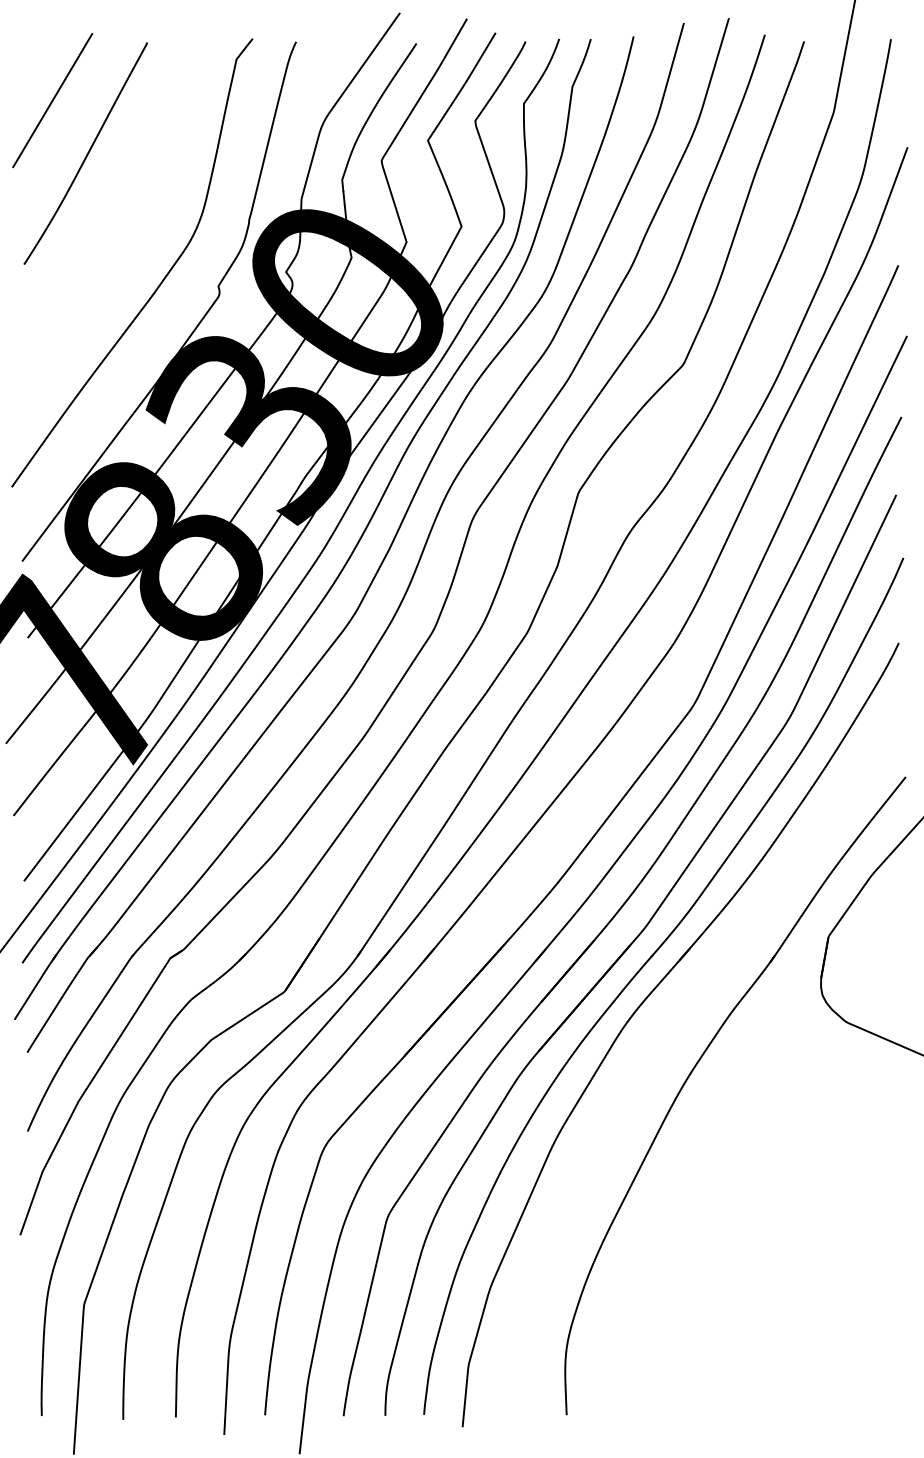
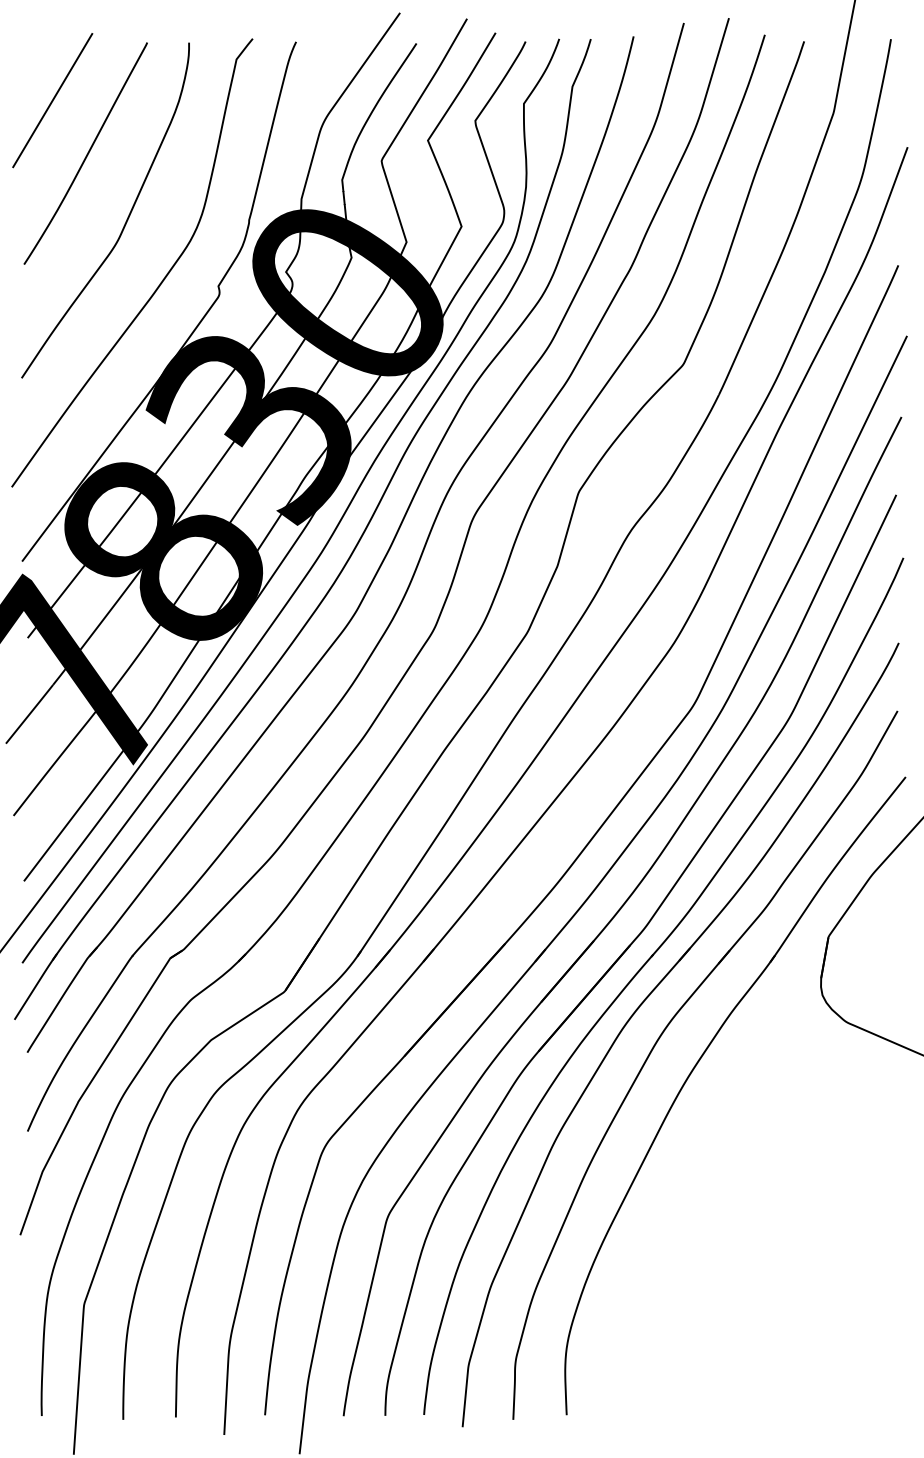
curve at (125, 221): none -> present
part at (661, 1036): none -> present
